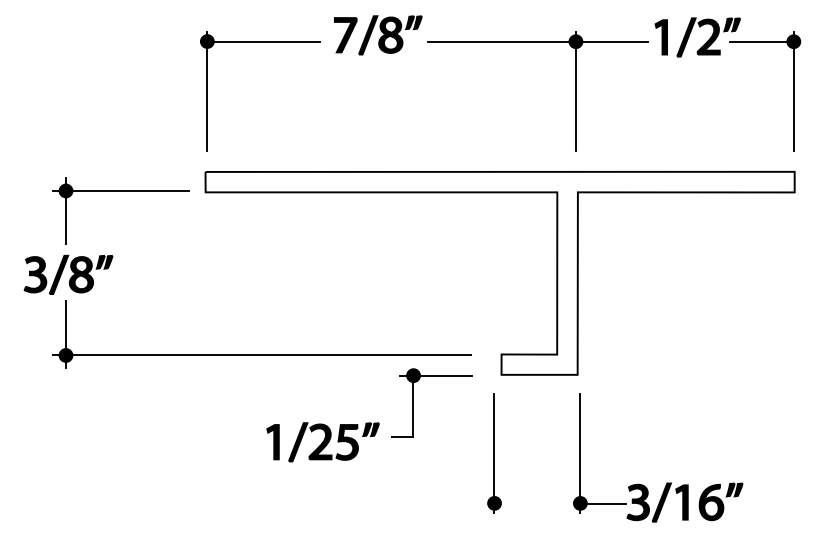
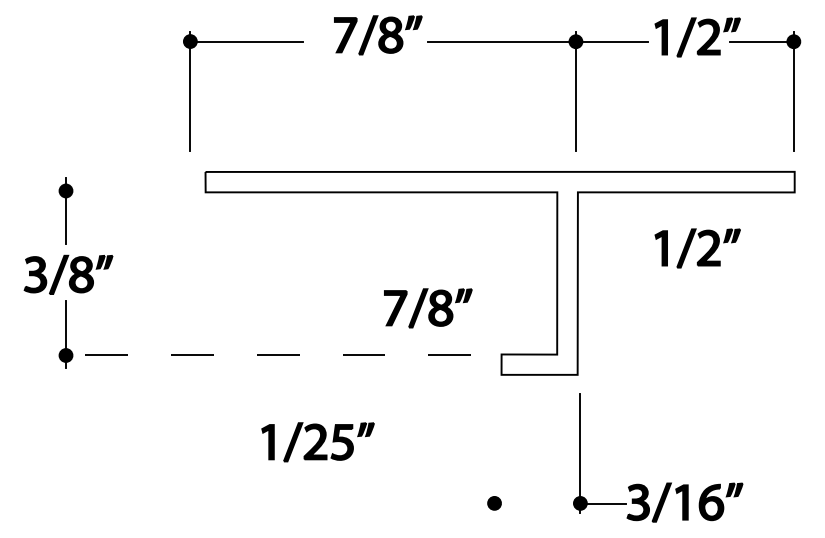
part at (260, 42) position: (260, 42) -> (243, 42)
line at (121, 190): present -> none
part at (690, 245): none -> present
part at (428, 308): none -> present
line at (261, 355): solid -> dashed
part at (413, 402): present -> none
part at (322, 442) position: (322, 442) -> (317, 442)
line at (494, 453): present -> none
